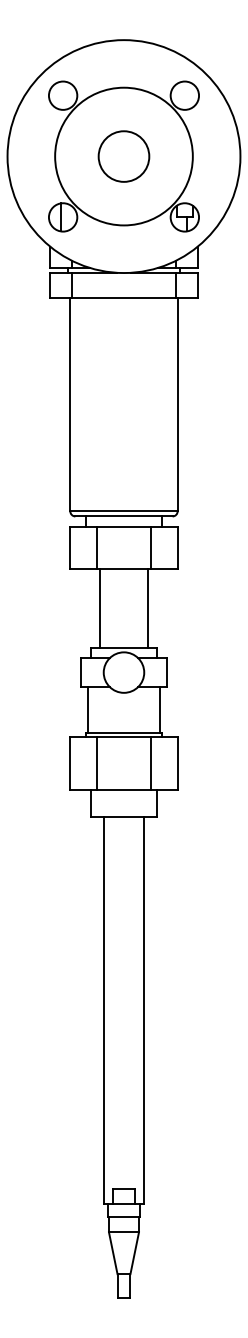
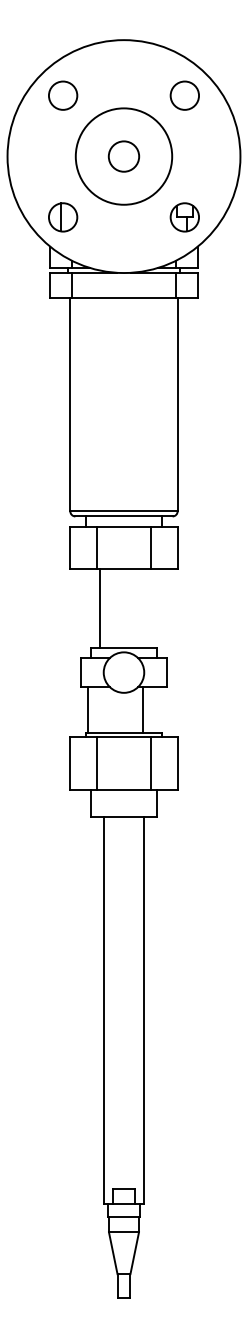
circle at (123, 156) diameter: 138 px -> 96 px
circle at (123, 156) diameter: 51 px -> 30 px
line at (148, 608): present -> none
line at (159, 709) position: (159, 709) -> (142, 709)
